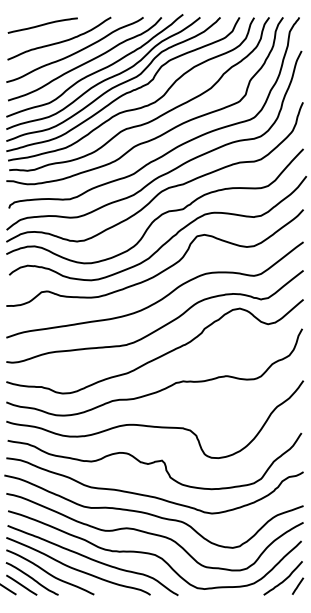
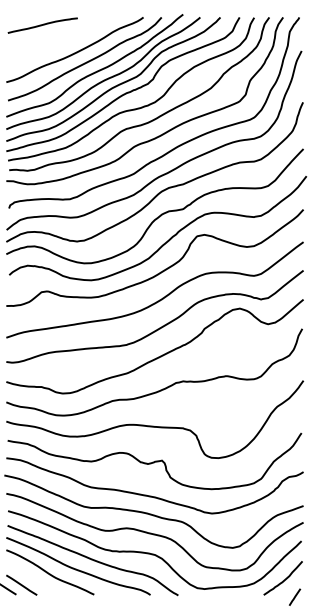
curve at (59, 41): present -> none
curve at (31, 578): present -> none
line at (297, 585) position: (297, 585) -> (294, 596)
